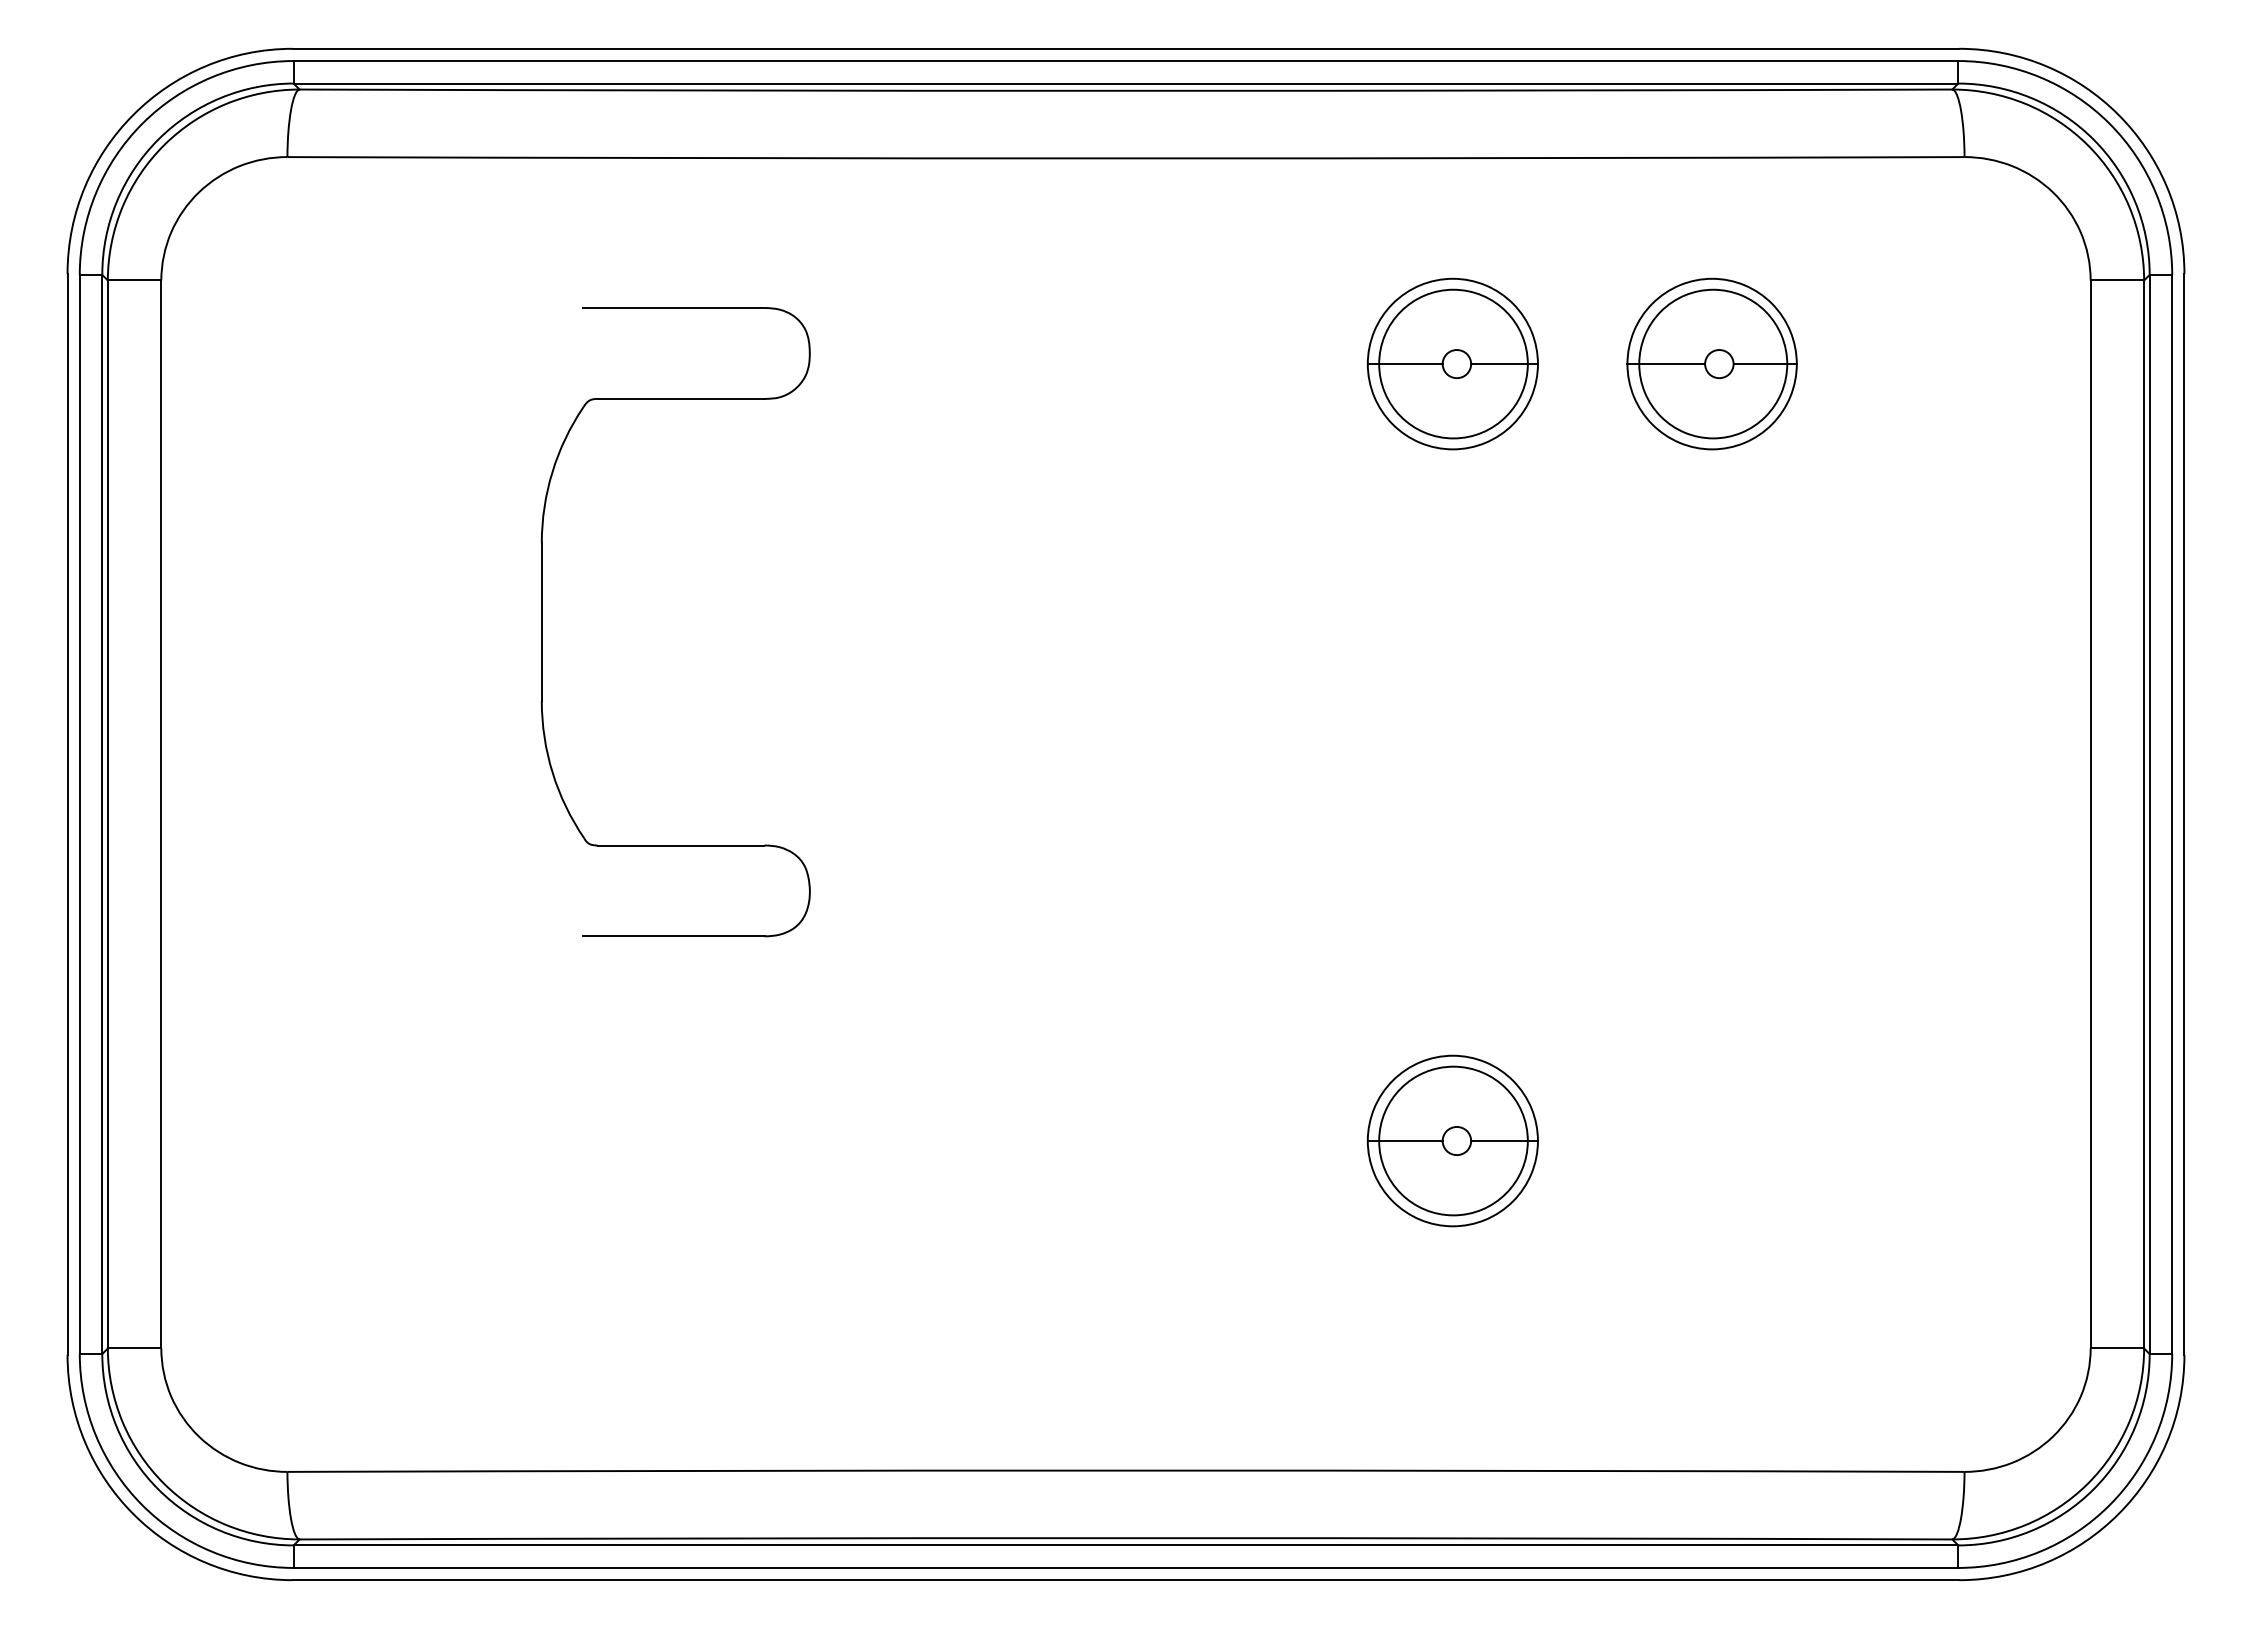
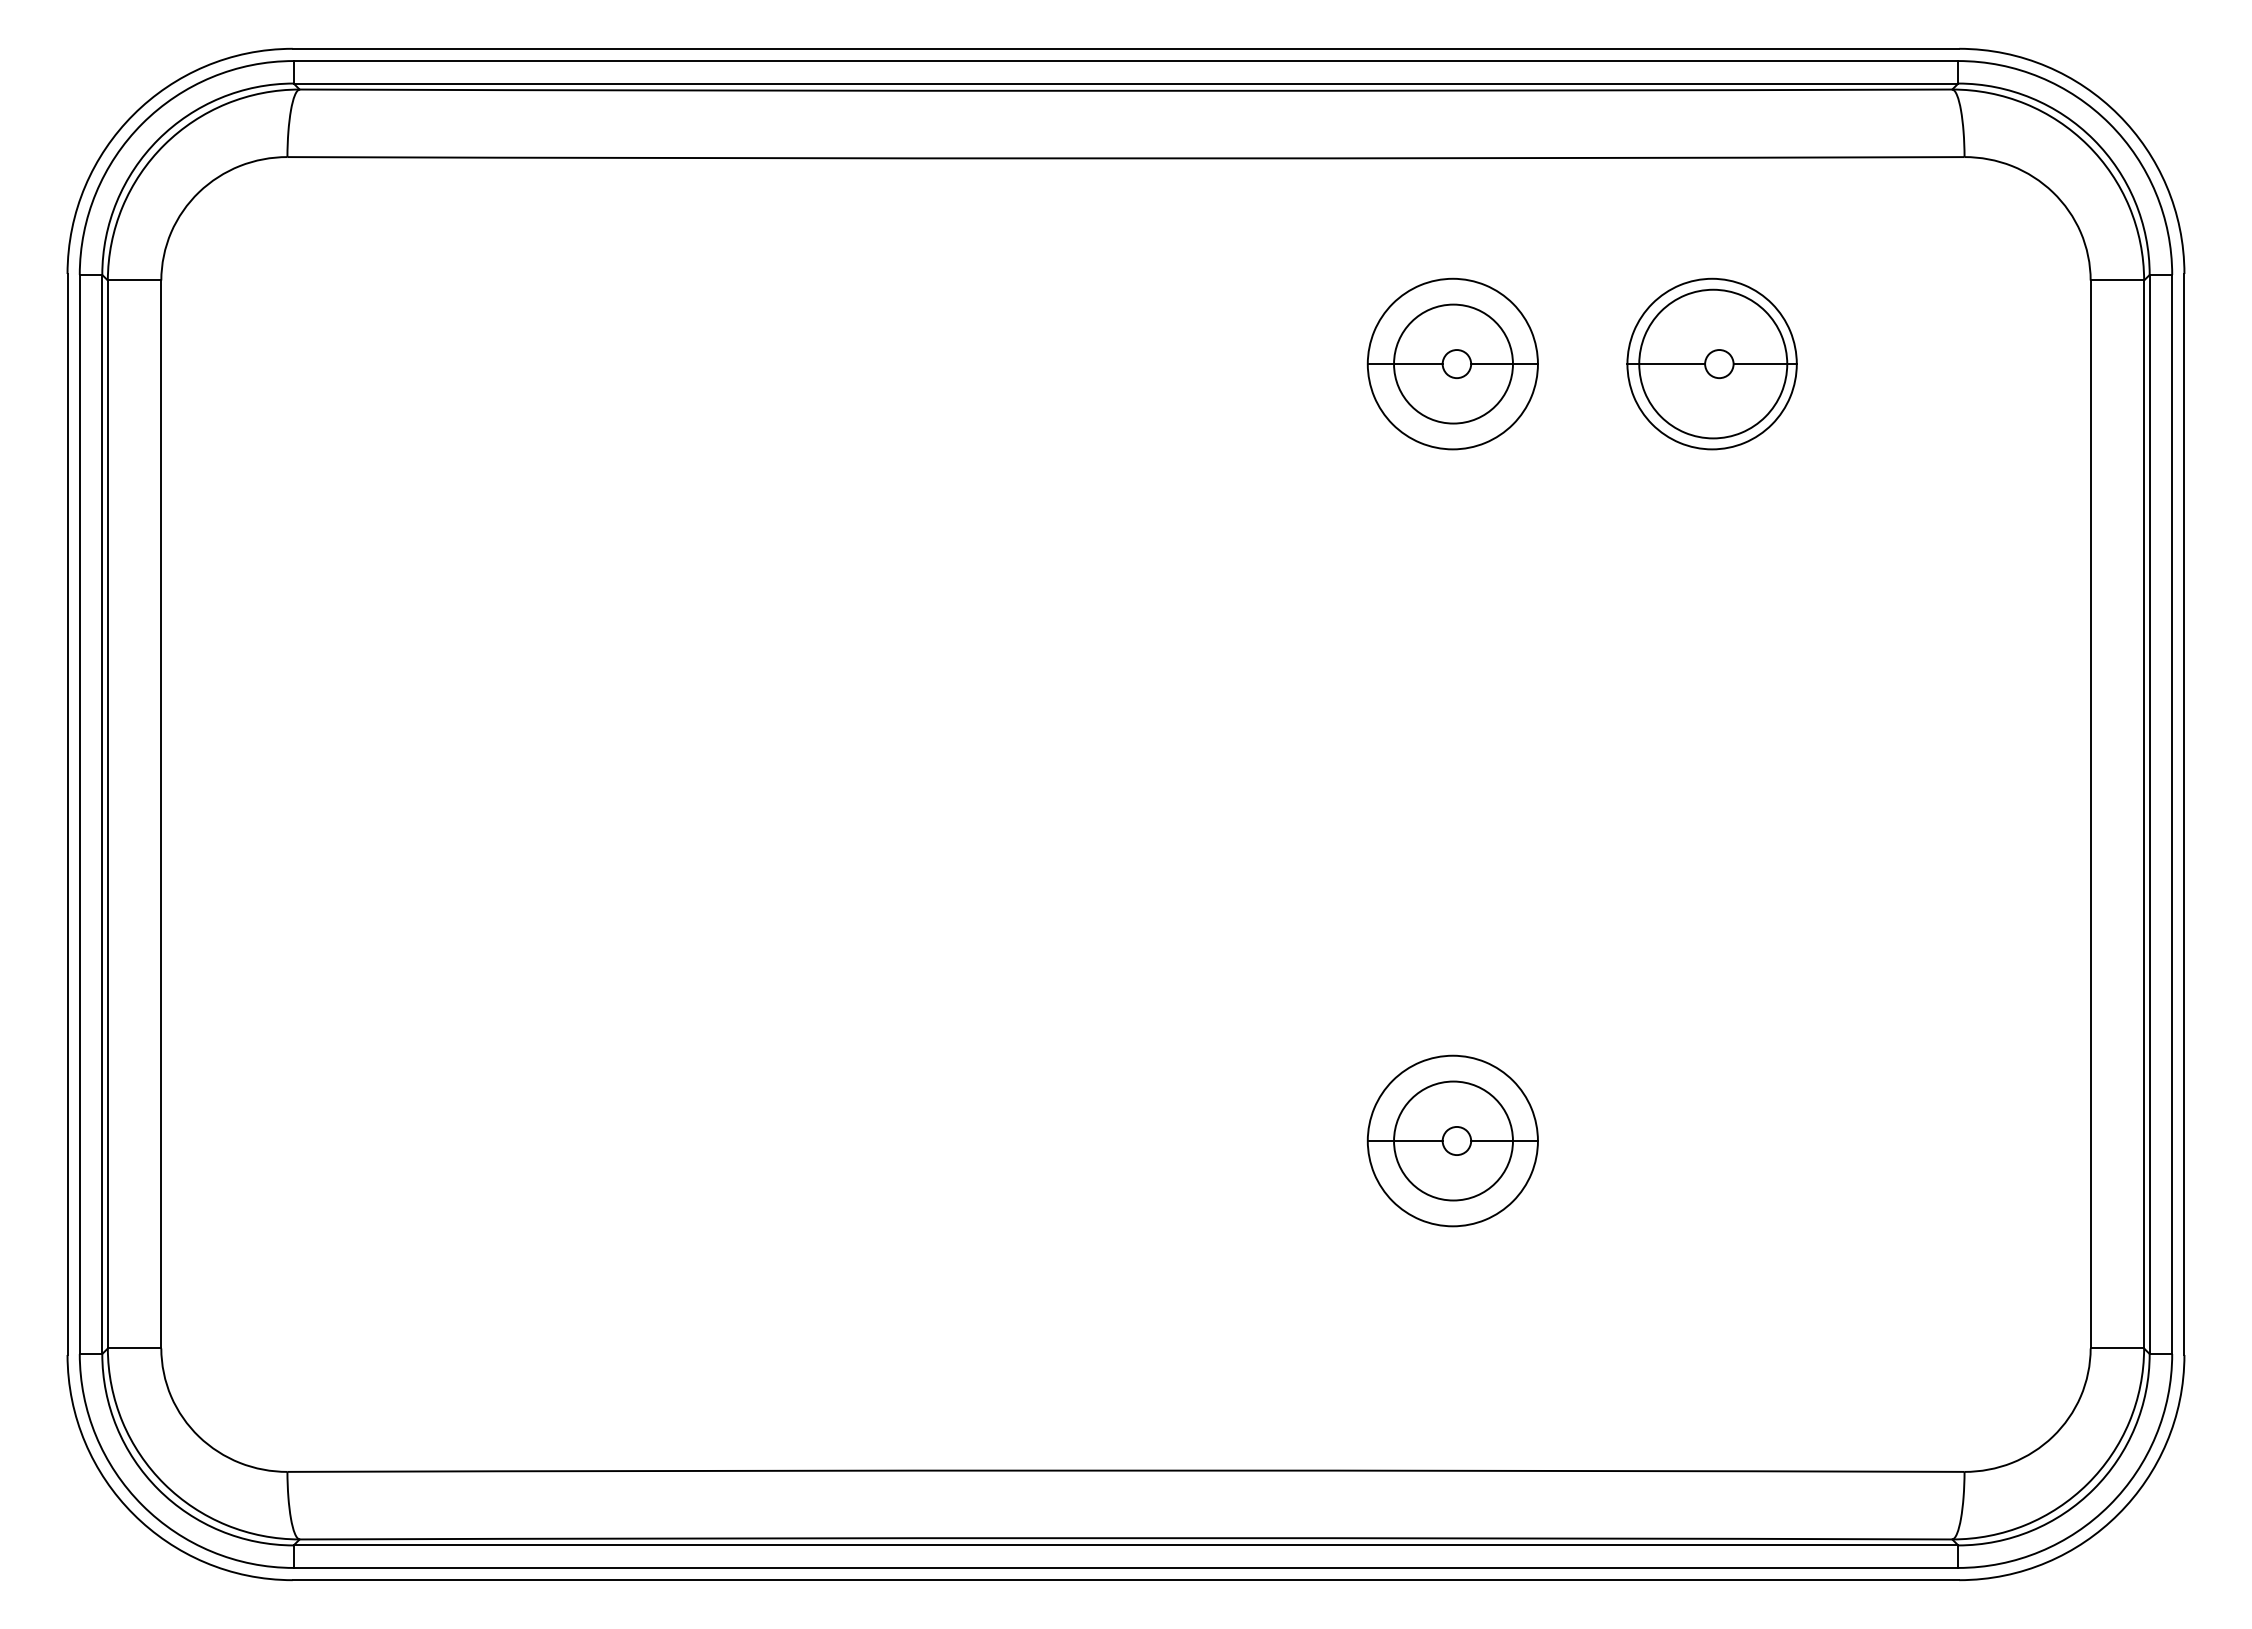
circle at (1453, 363) diameter: 149 px -> 119 px
part at (542, 622): present -> none
circle at (1453, 1140) diameter: 149 px -> 119 px
